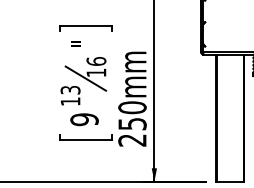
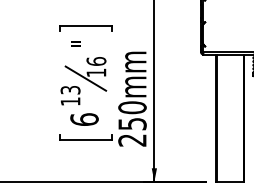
text at (84, 119): 9 -> 6
